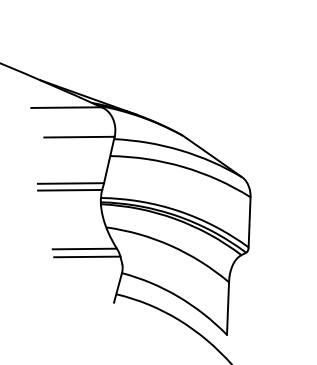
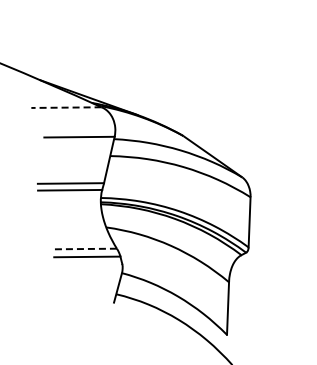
line at (65, 107): solid -> dashed
line at (84, 249): solid -> dashed
